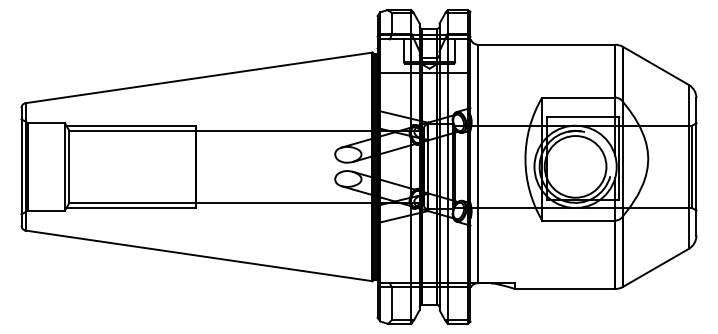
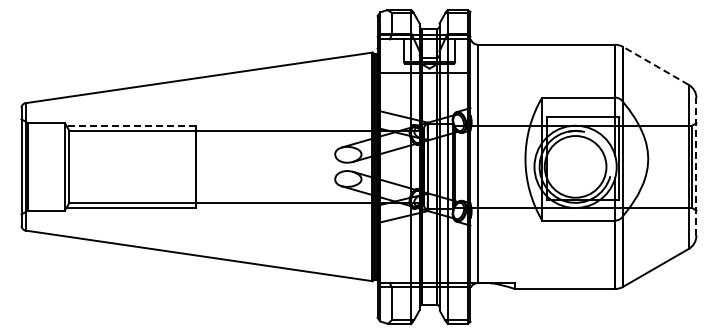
line at (655, 65): solid -> dashed
line at (131, 125): solid -> dashed
line at (696, 166): solid -> dashed
